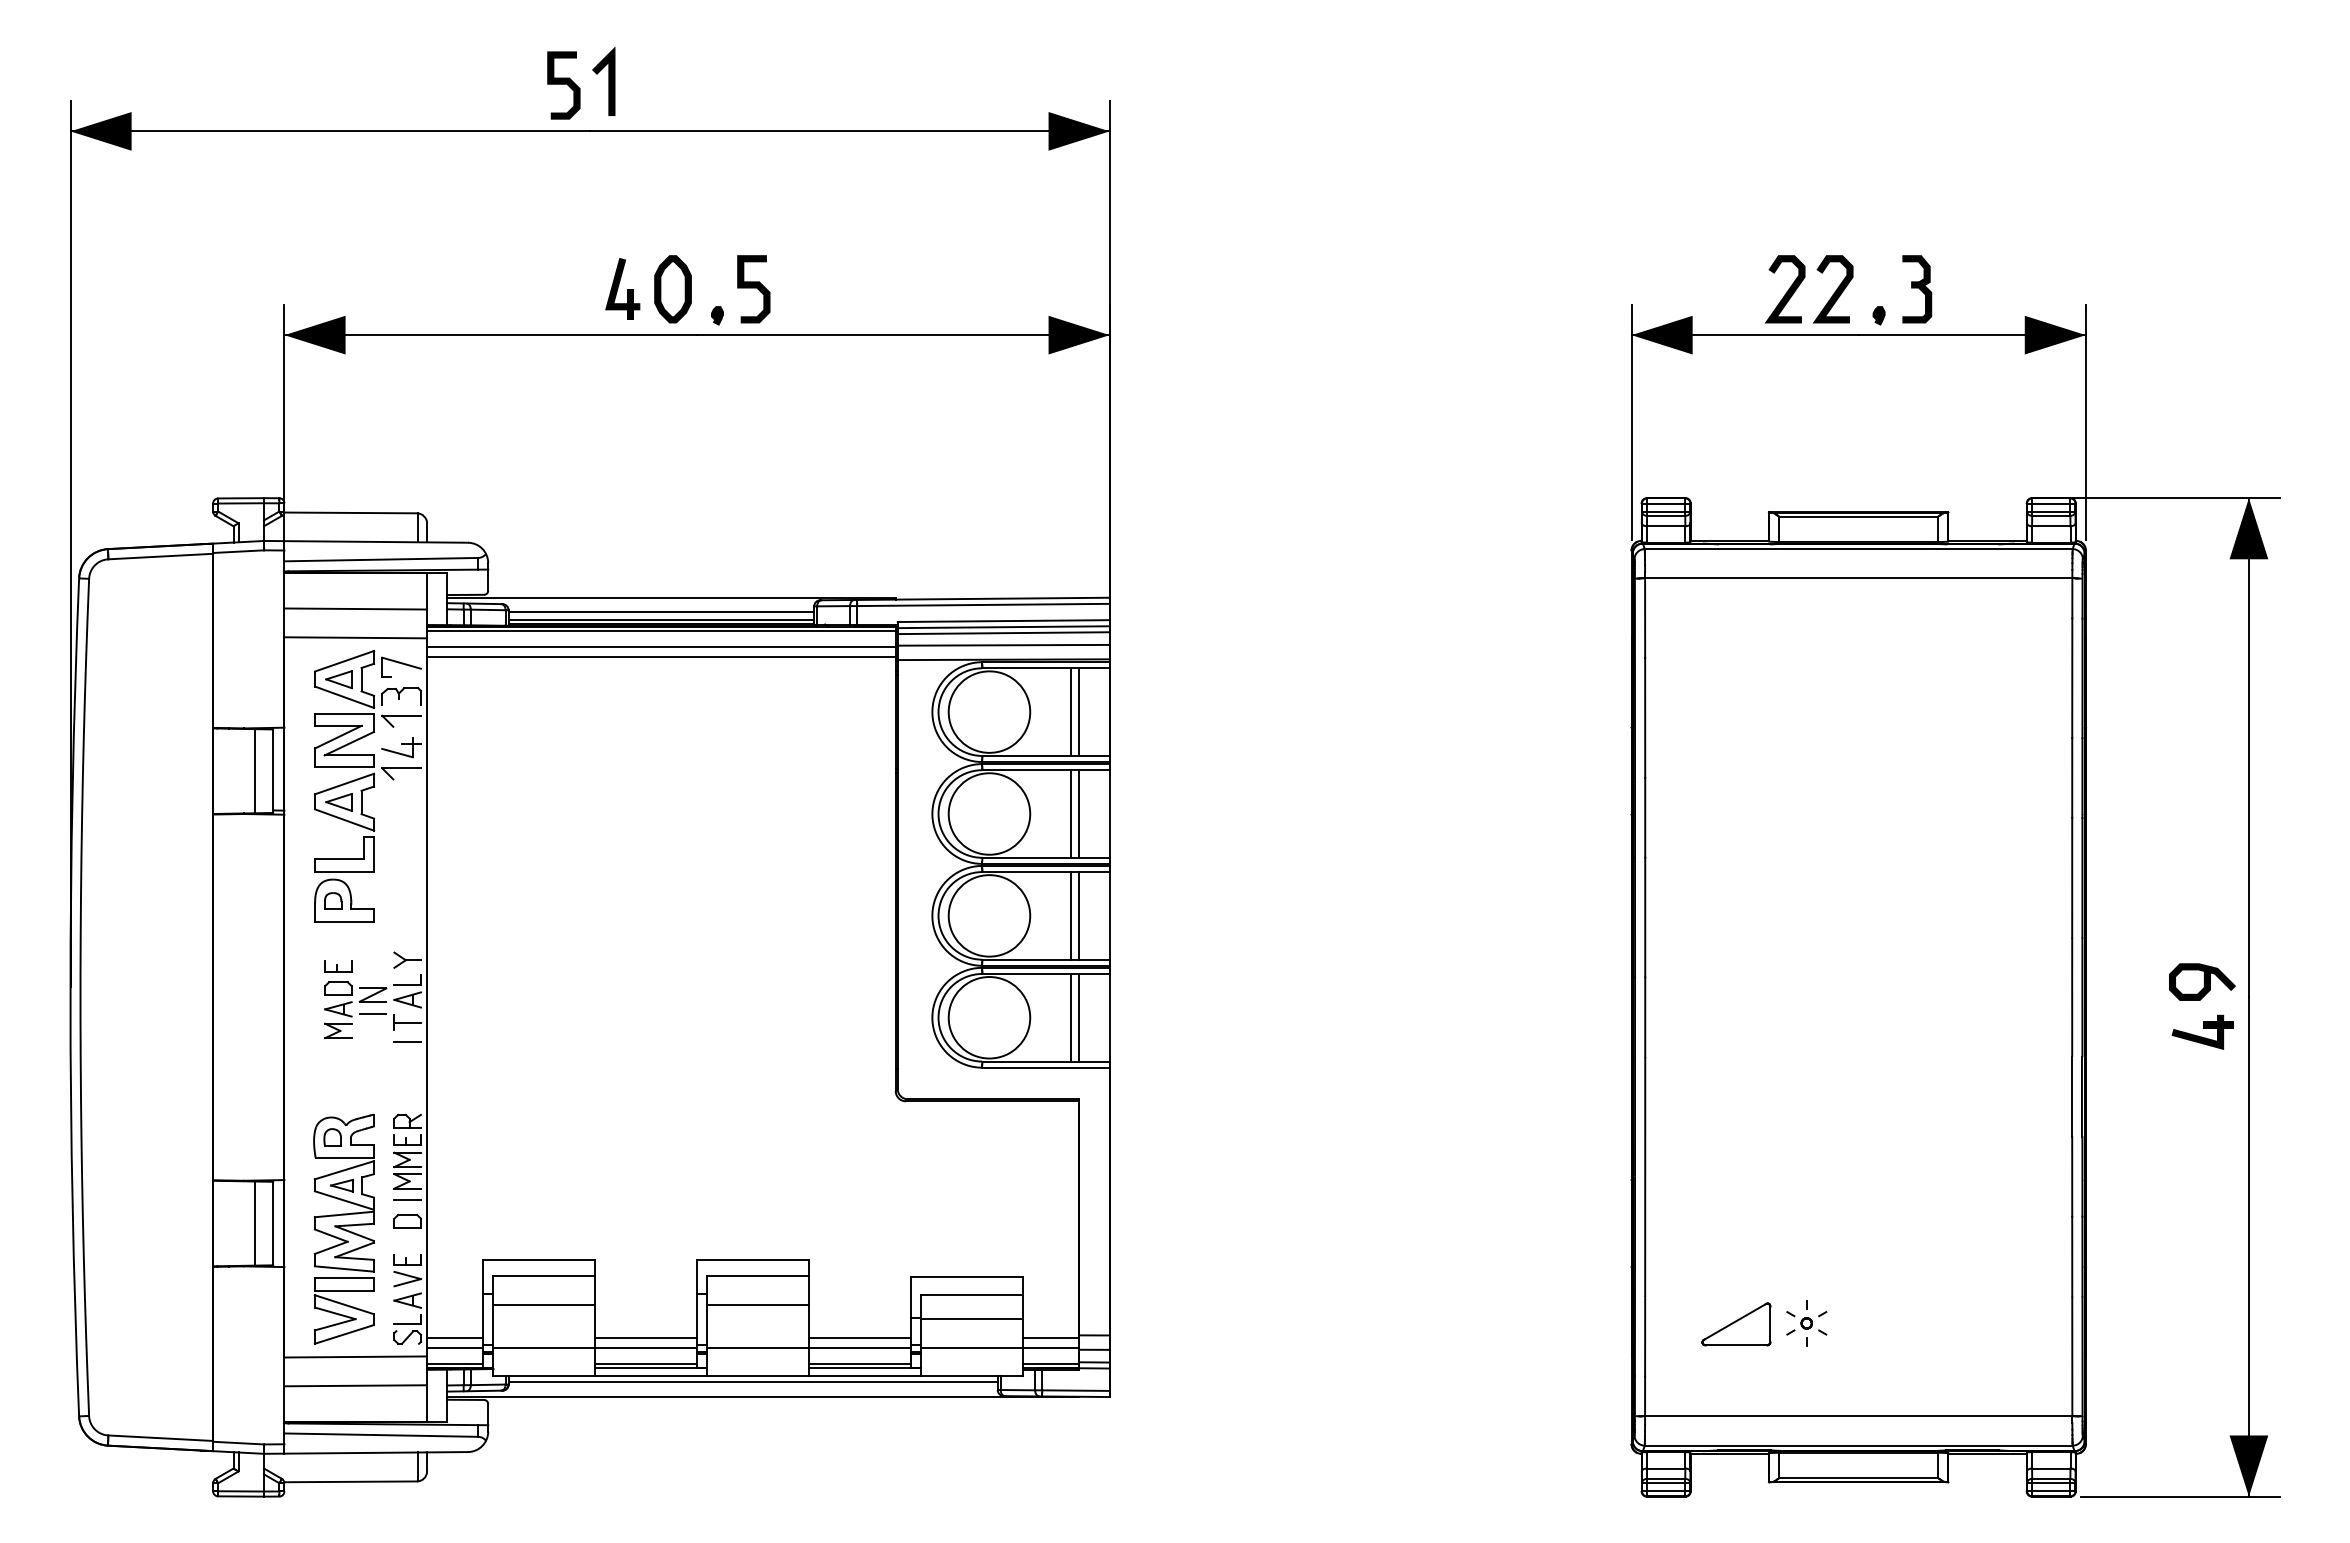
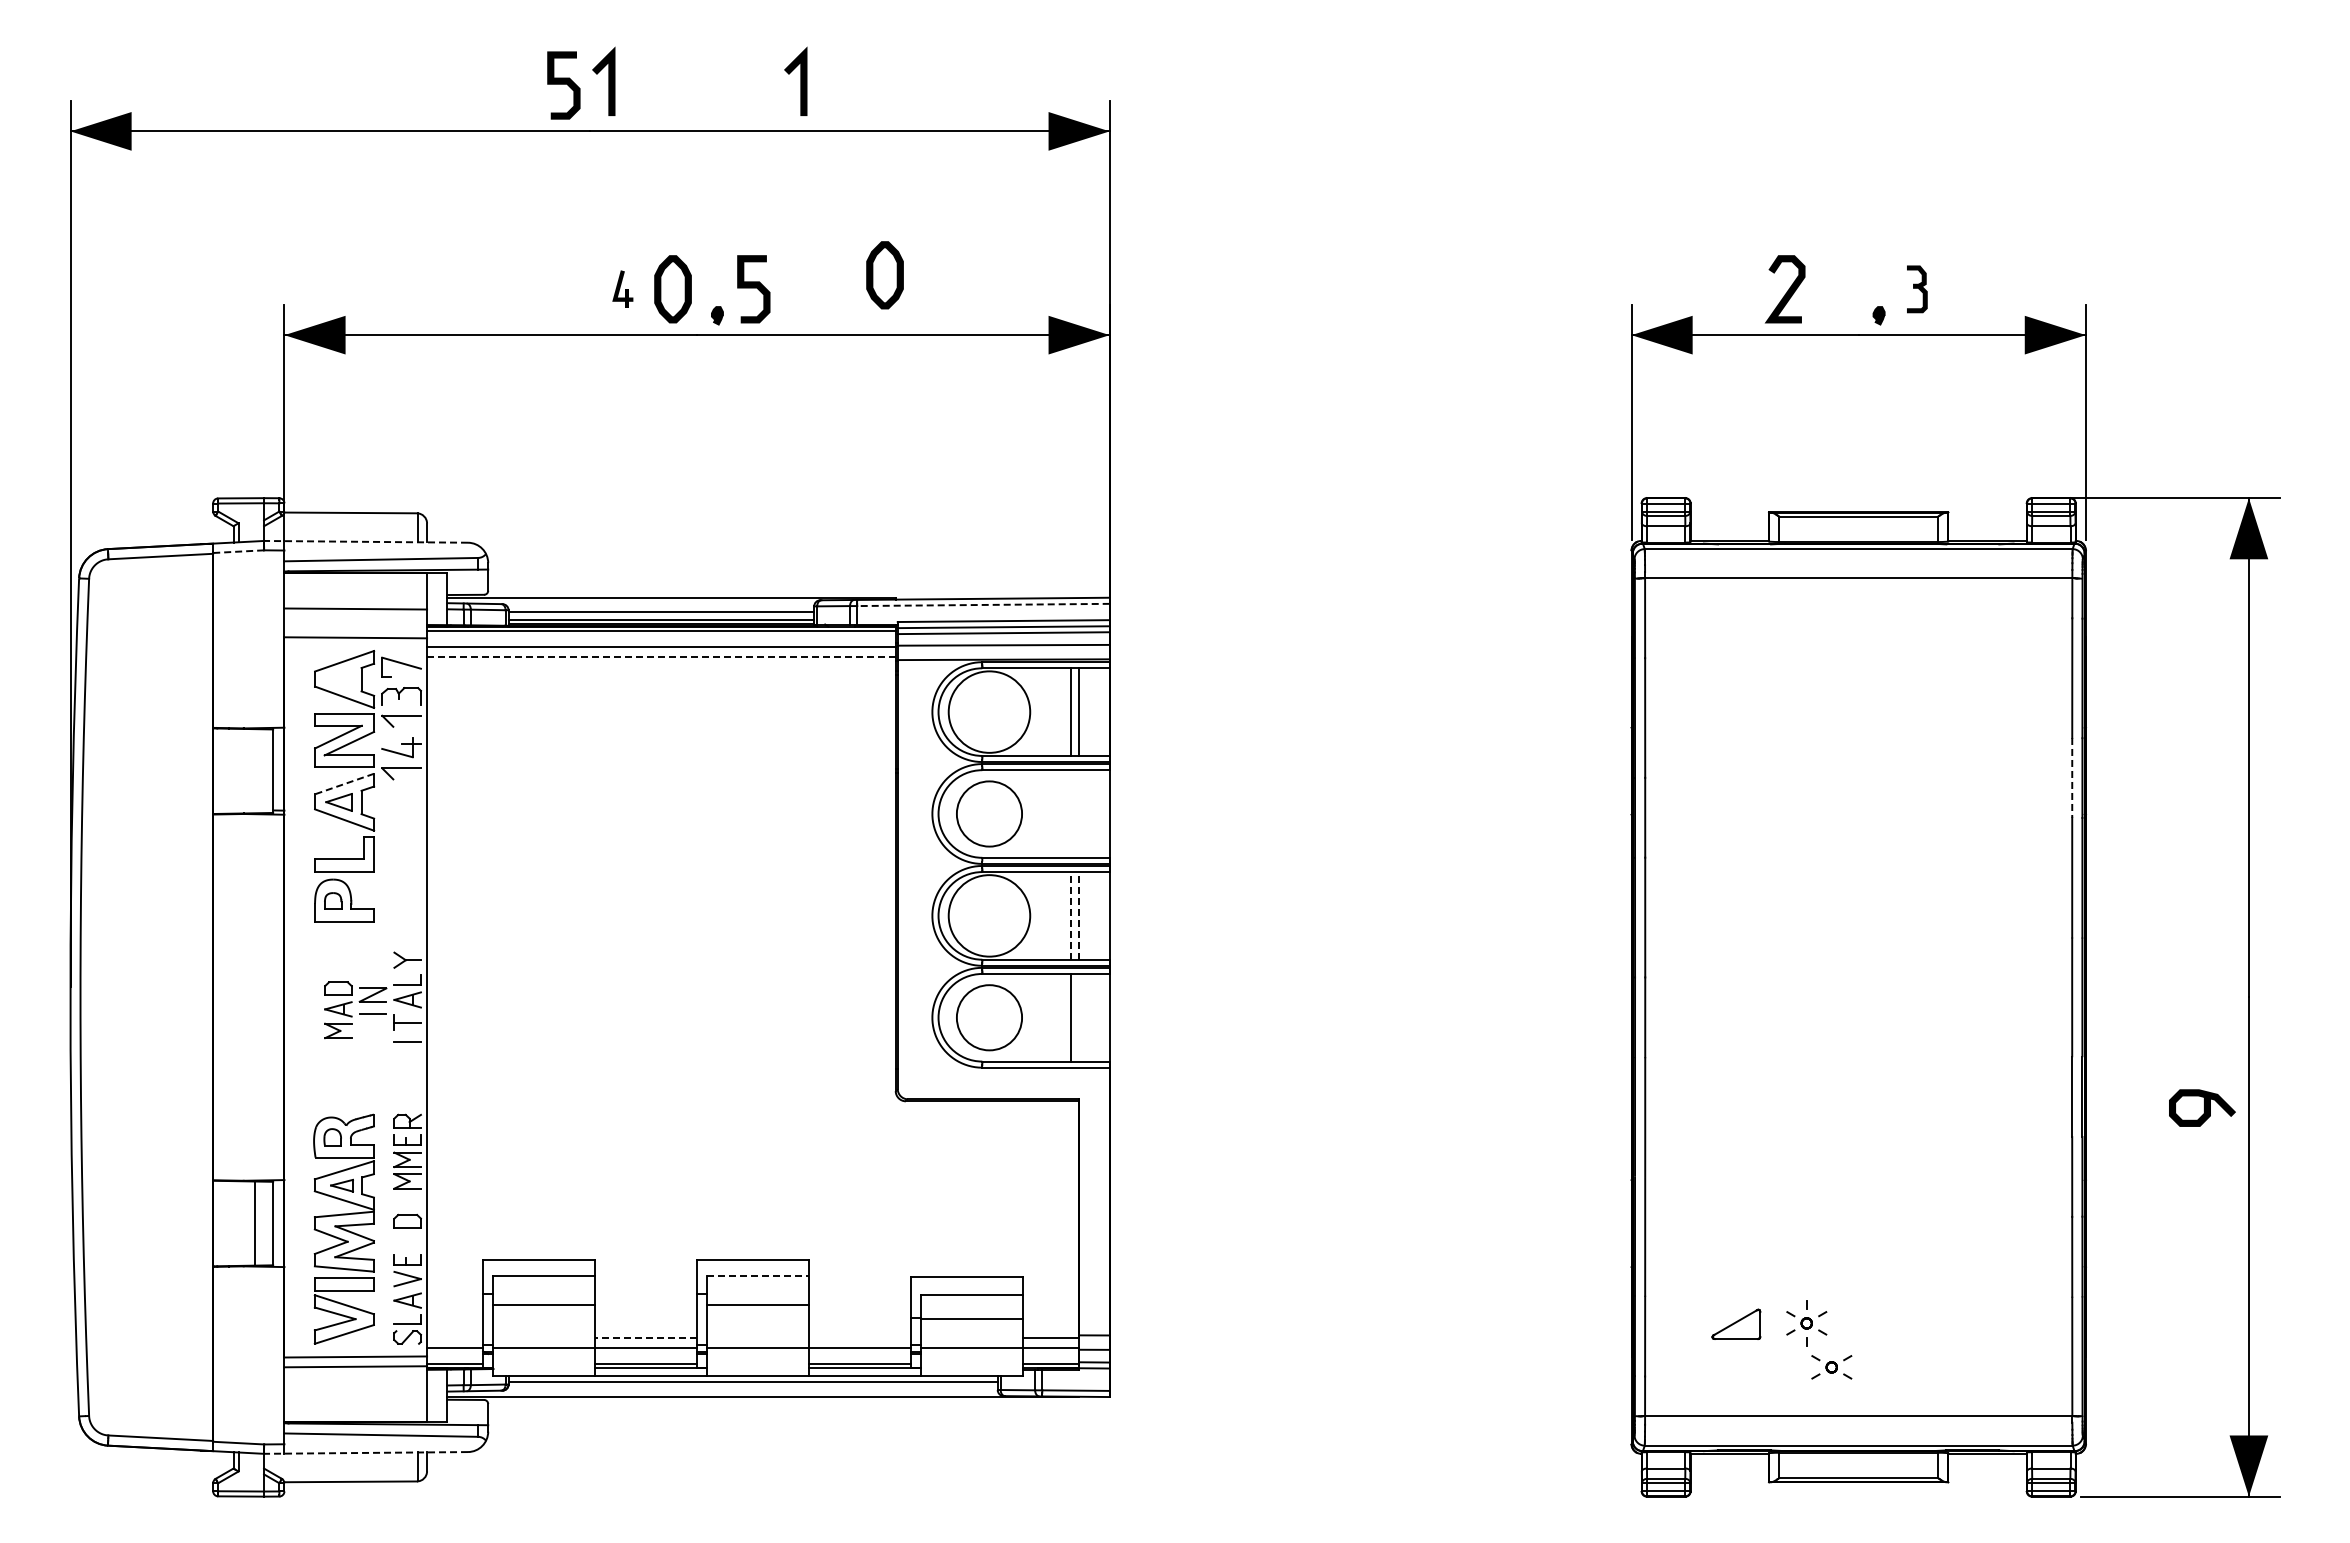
line at (800, 80): none -> present
part at (884, 275): none -> present
part at (622, 288) size: 36x62 px -> 22x38 px
part at (1917, 289) size: 31x69 px -> 21x49 px
curve at (1835, 290): present -> none
line at (366, 541): solid -> dashed
line at (238, 551): solid -> dashed
line at (982, 604): solid -> dashed
line at (660, 656): solid -> dashed
part at (338, 679): present -> none
line at (254, 771): present -> none
line at (2072, 777): solid -> dashed
line at (344, 784): solid -> dashed
circle at (989, 813) diameter: 82 px -> 65 px
line at (1070, 813): present -> none
line at (1079, 813): present -> none
line at (1070, 915): solid -> dashed
line at (1079, 915): solid -> dashed
part at (338, 966): present -> none
curve at (2204, 981) position: (2204, 981) -> (2204, 1107)
circle at (989, 1017) diameter: 82 px -> 65 px
line at (1079, 1017): present -> none
part at (2202, 1031): present -> none
line at (407, 1200): present -> none
line at (758, 1275): solid -> dashed
part at (1736, 1324) size: 71x45 px -> 51x32 px
line at (455, 1337): present -> none
line at (646, 1337): solid -> dashed
line at (860, 1337): present -> none
part at (1831, 1367): none -> present
line at (355, 1385) position: (355, 1385) -> (355, 1366)
line at (366, 1452): solid -> dashed
